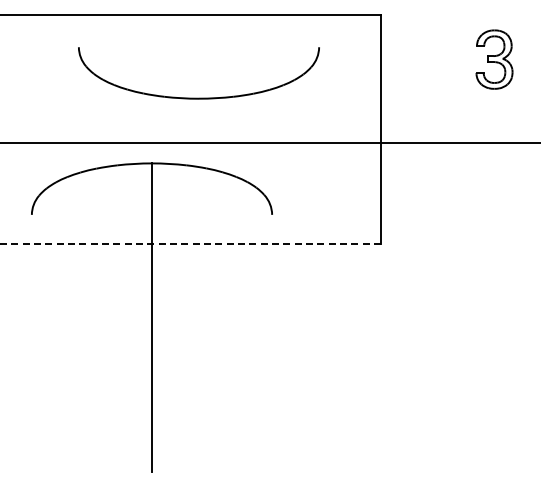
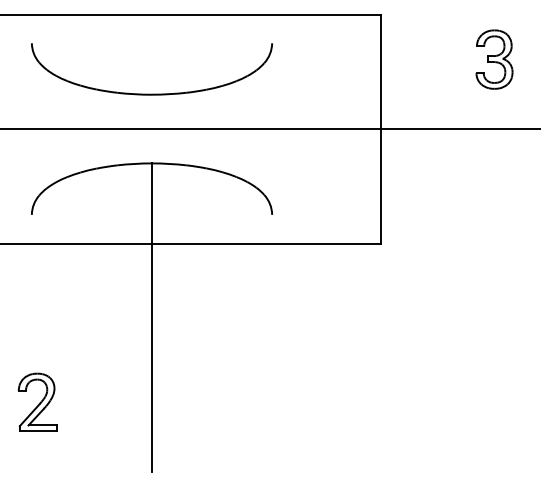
part at (198, 97) position: (198, 97) -> (151, 93)
line at (269, 143) position: (269, 143) -> (269, 129)
line at (189, 243): dashed -> solid
part at (37, 401): none -> present
